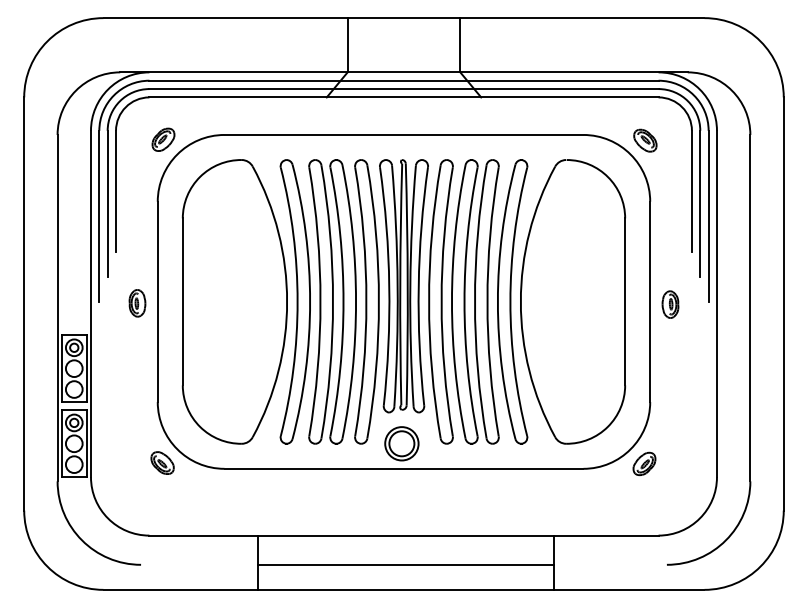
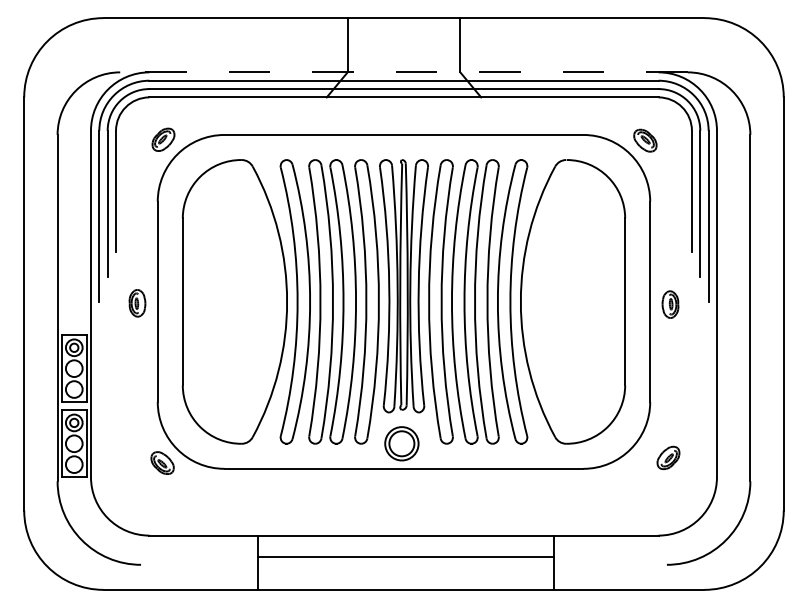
line at (403, 72): solid -> dashed
part at (644, 463) position: (644, 463) -> (668, 457)
line at (405, 564) position: (405, 564) -> (405, 556)
